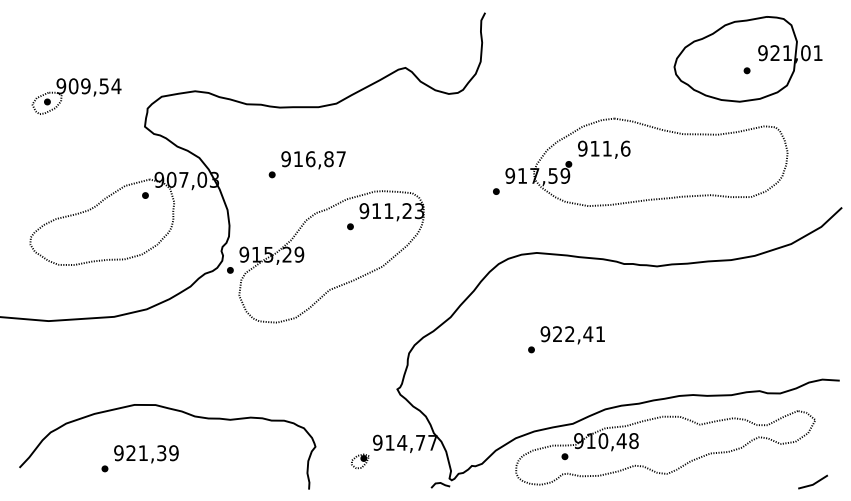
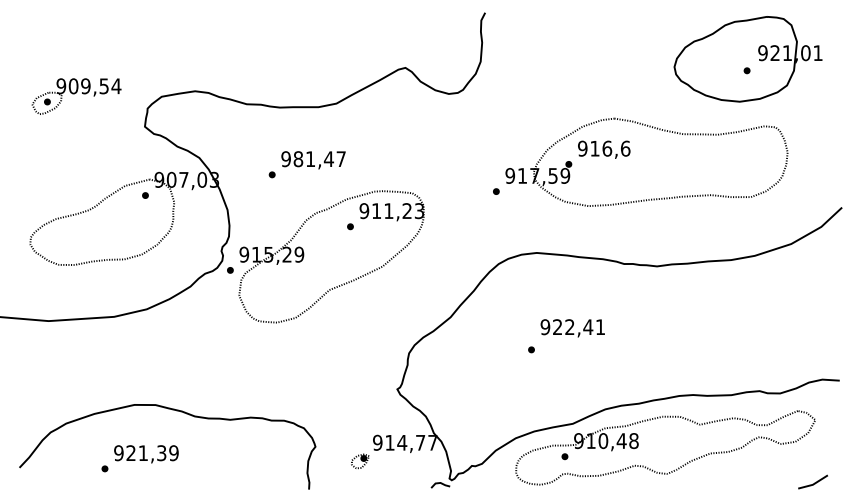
text at (607, 148): 911,6 -> 916,6
text at (313, 159): 916,87 -> 981,47
text at (572, 335) position: (572, 335) -> (572, 328)
